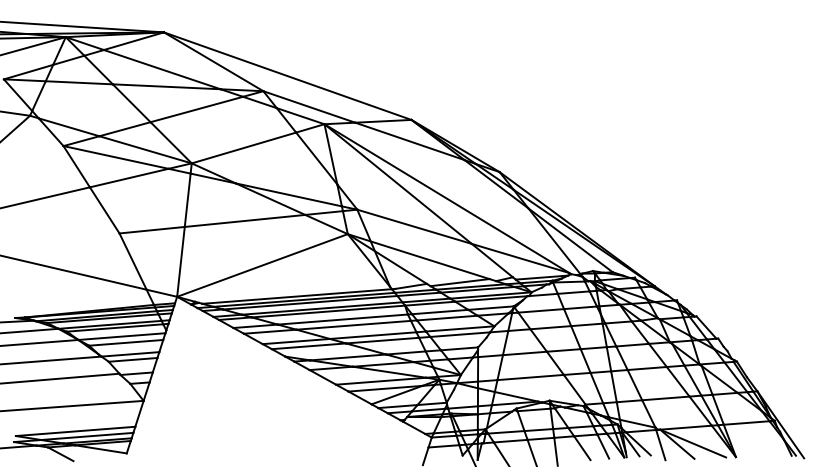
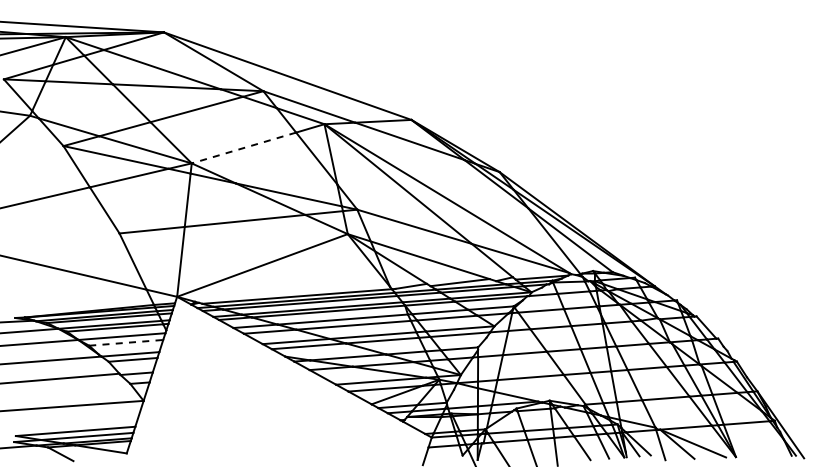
line at (243, 148): solid -> dashed
line at (126, 342): solid -> dashed
